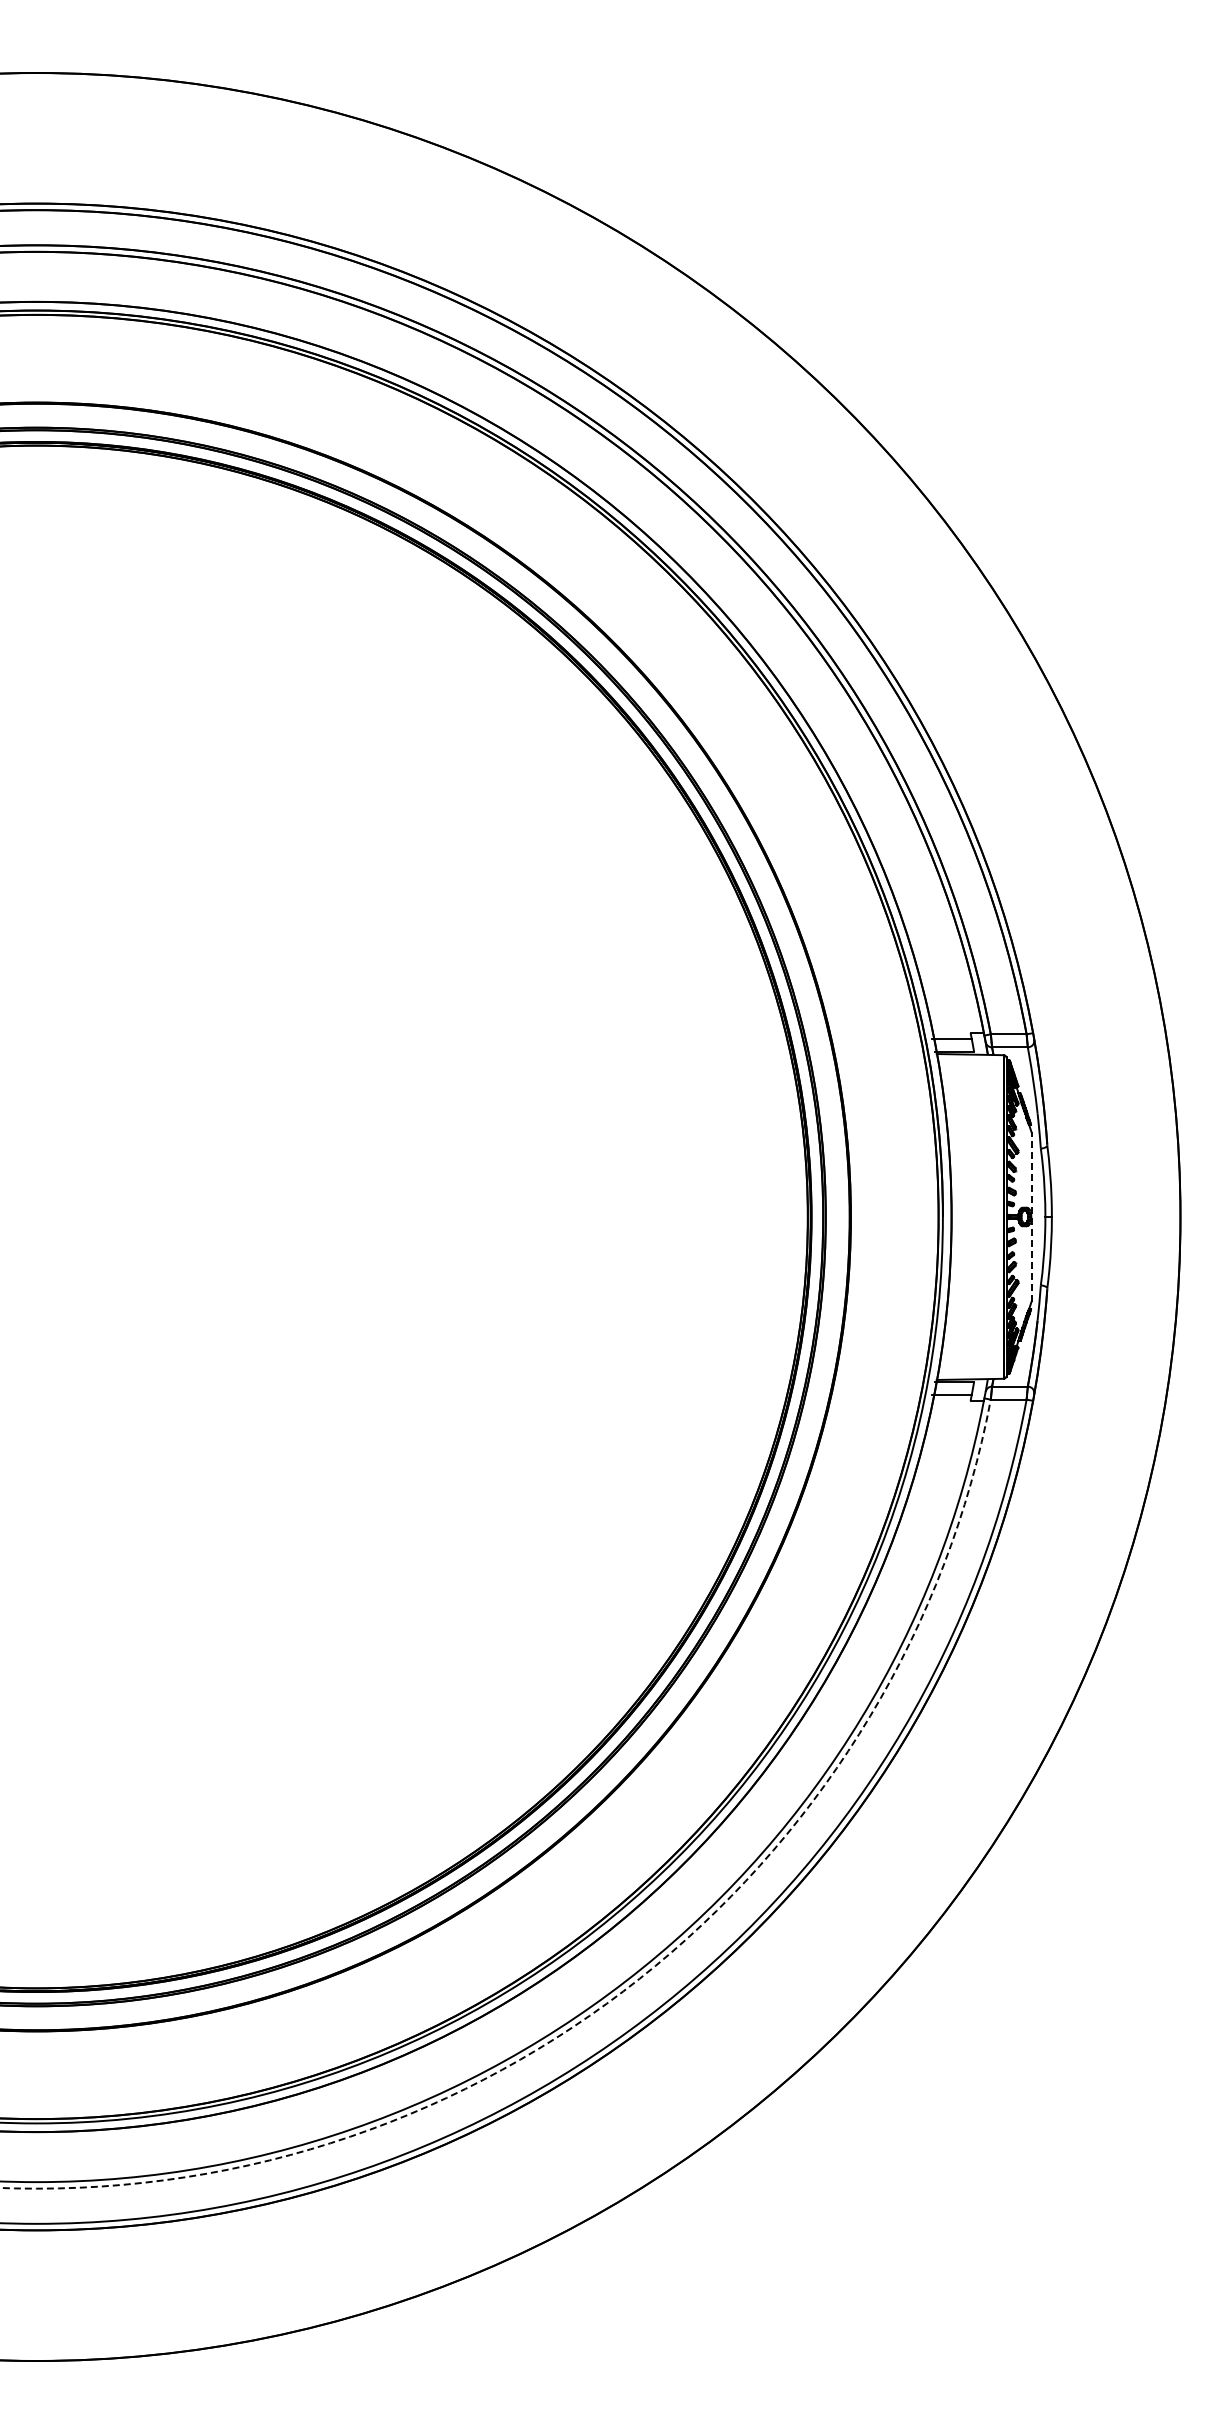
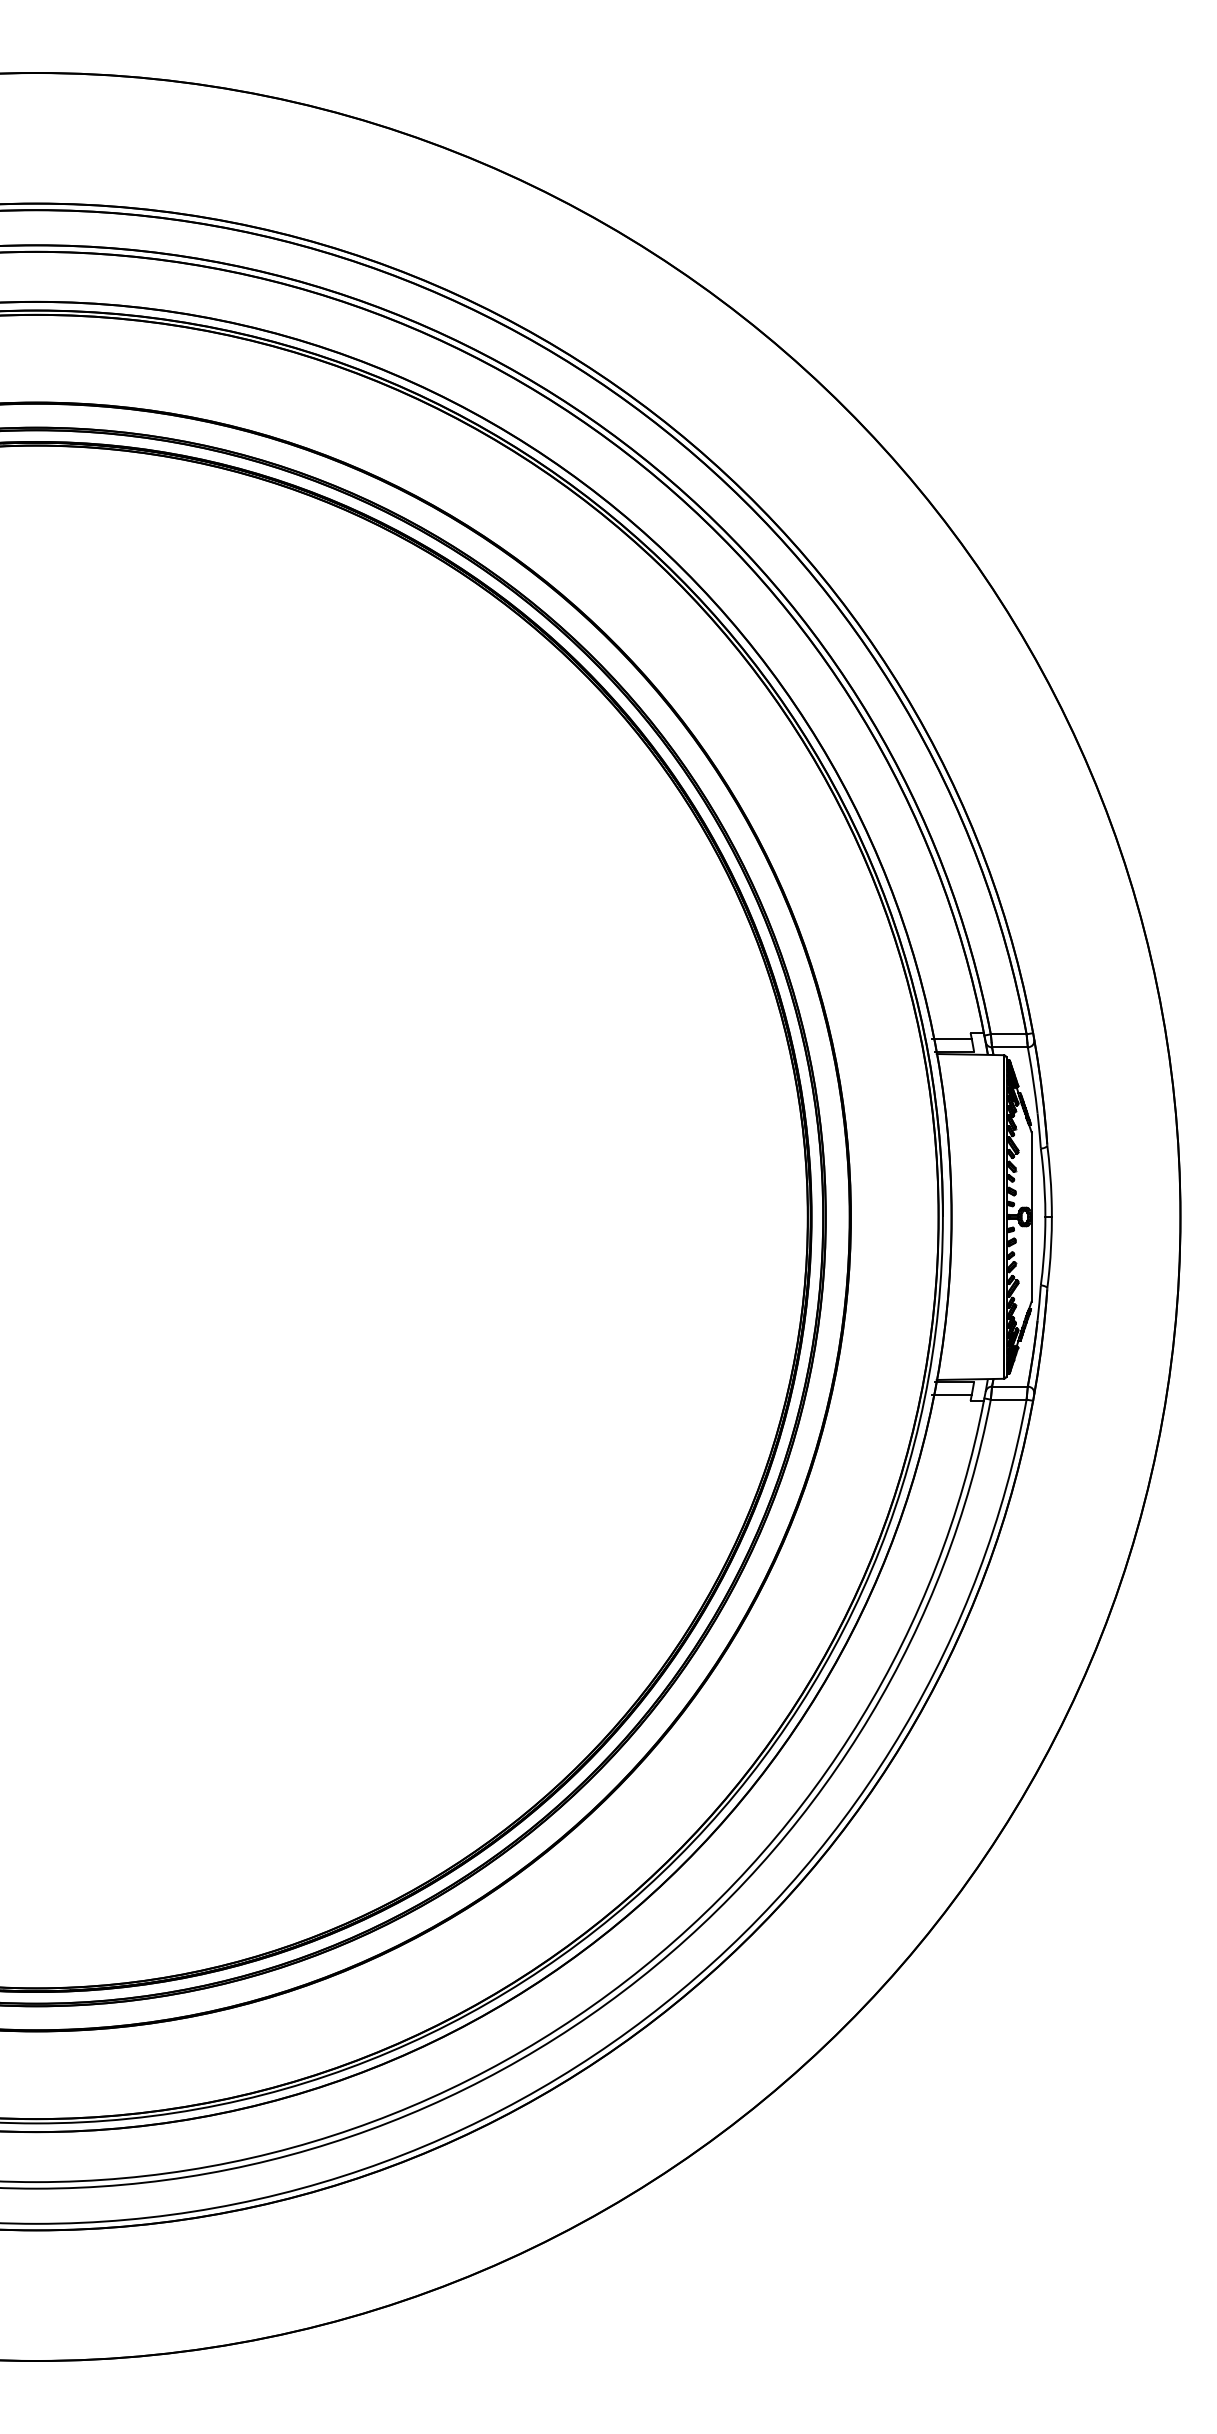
line at (1031, 1216): dashed -> solid
arc at (641, 1976): dashed -> solid
